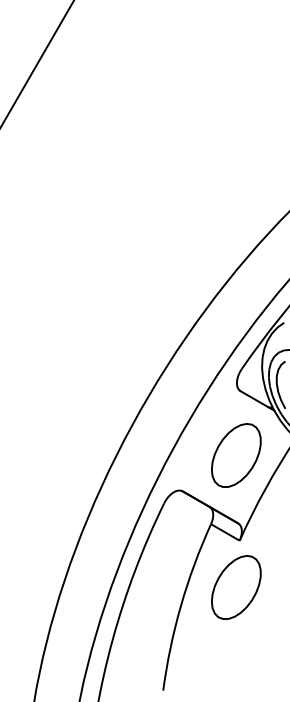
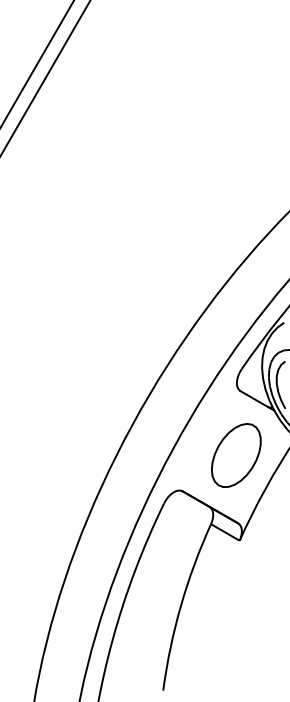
line at (45, 77): none -> present
part at (236, 587): present -> none
